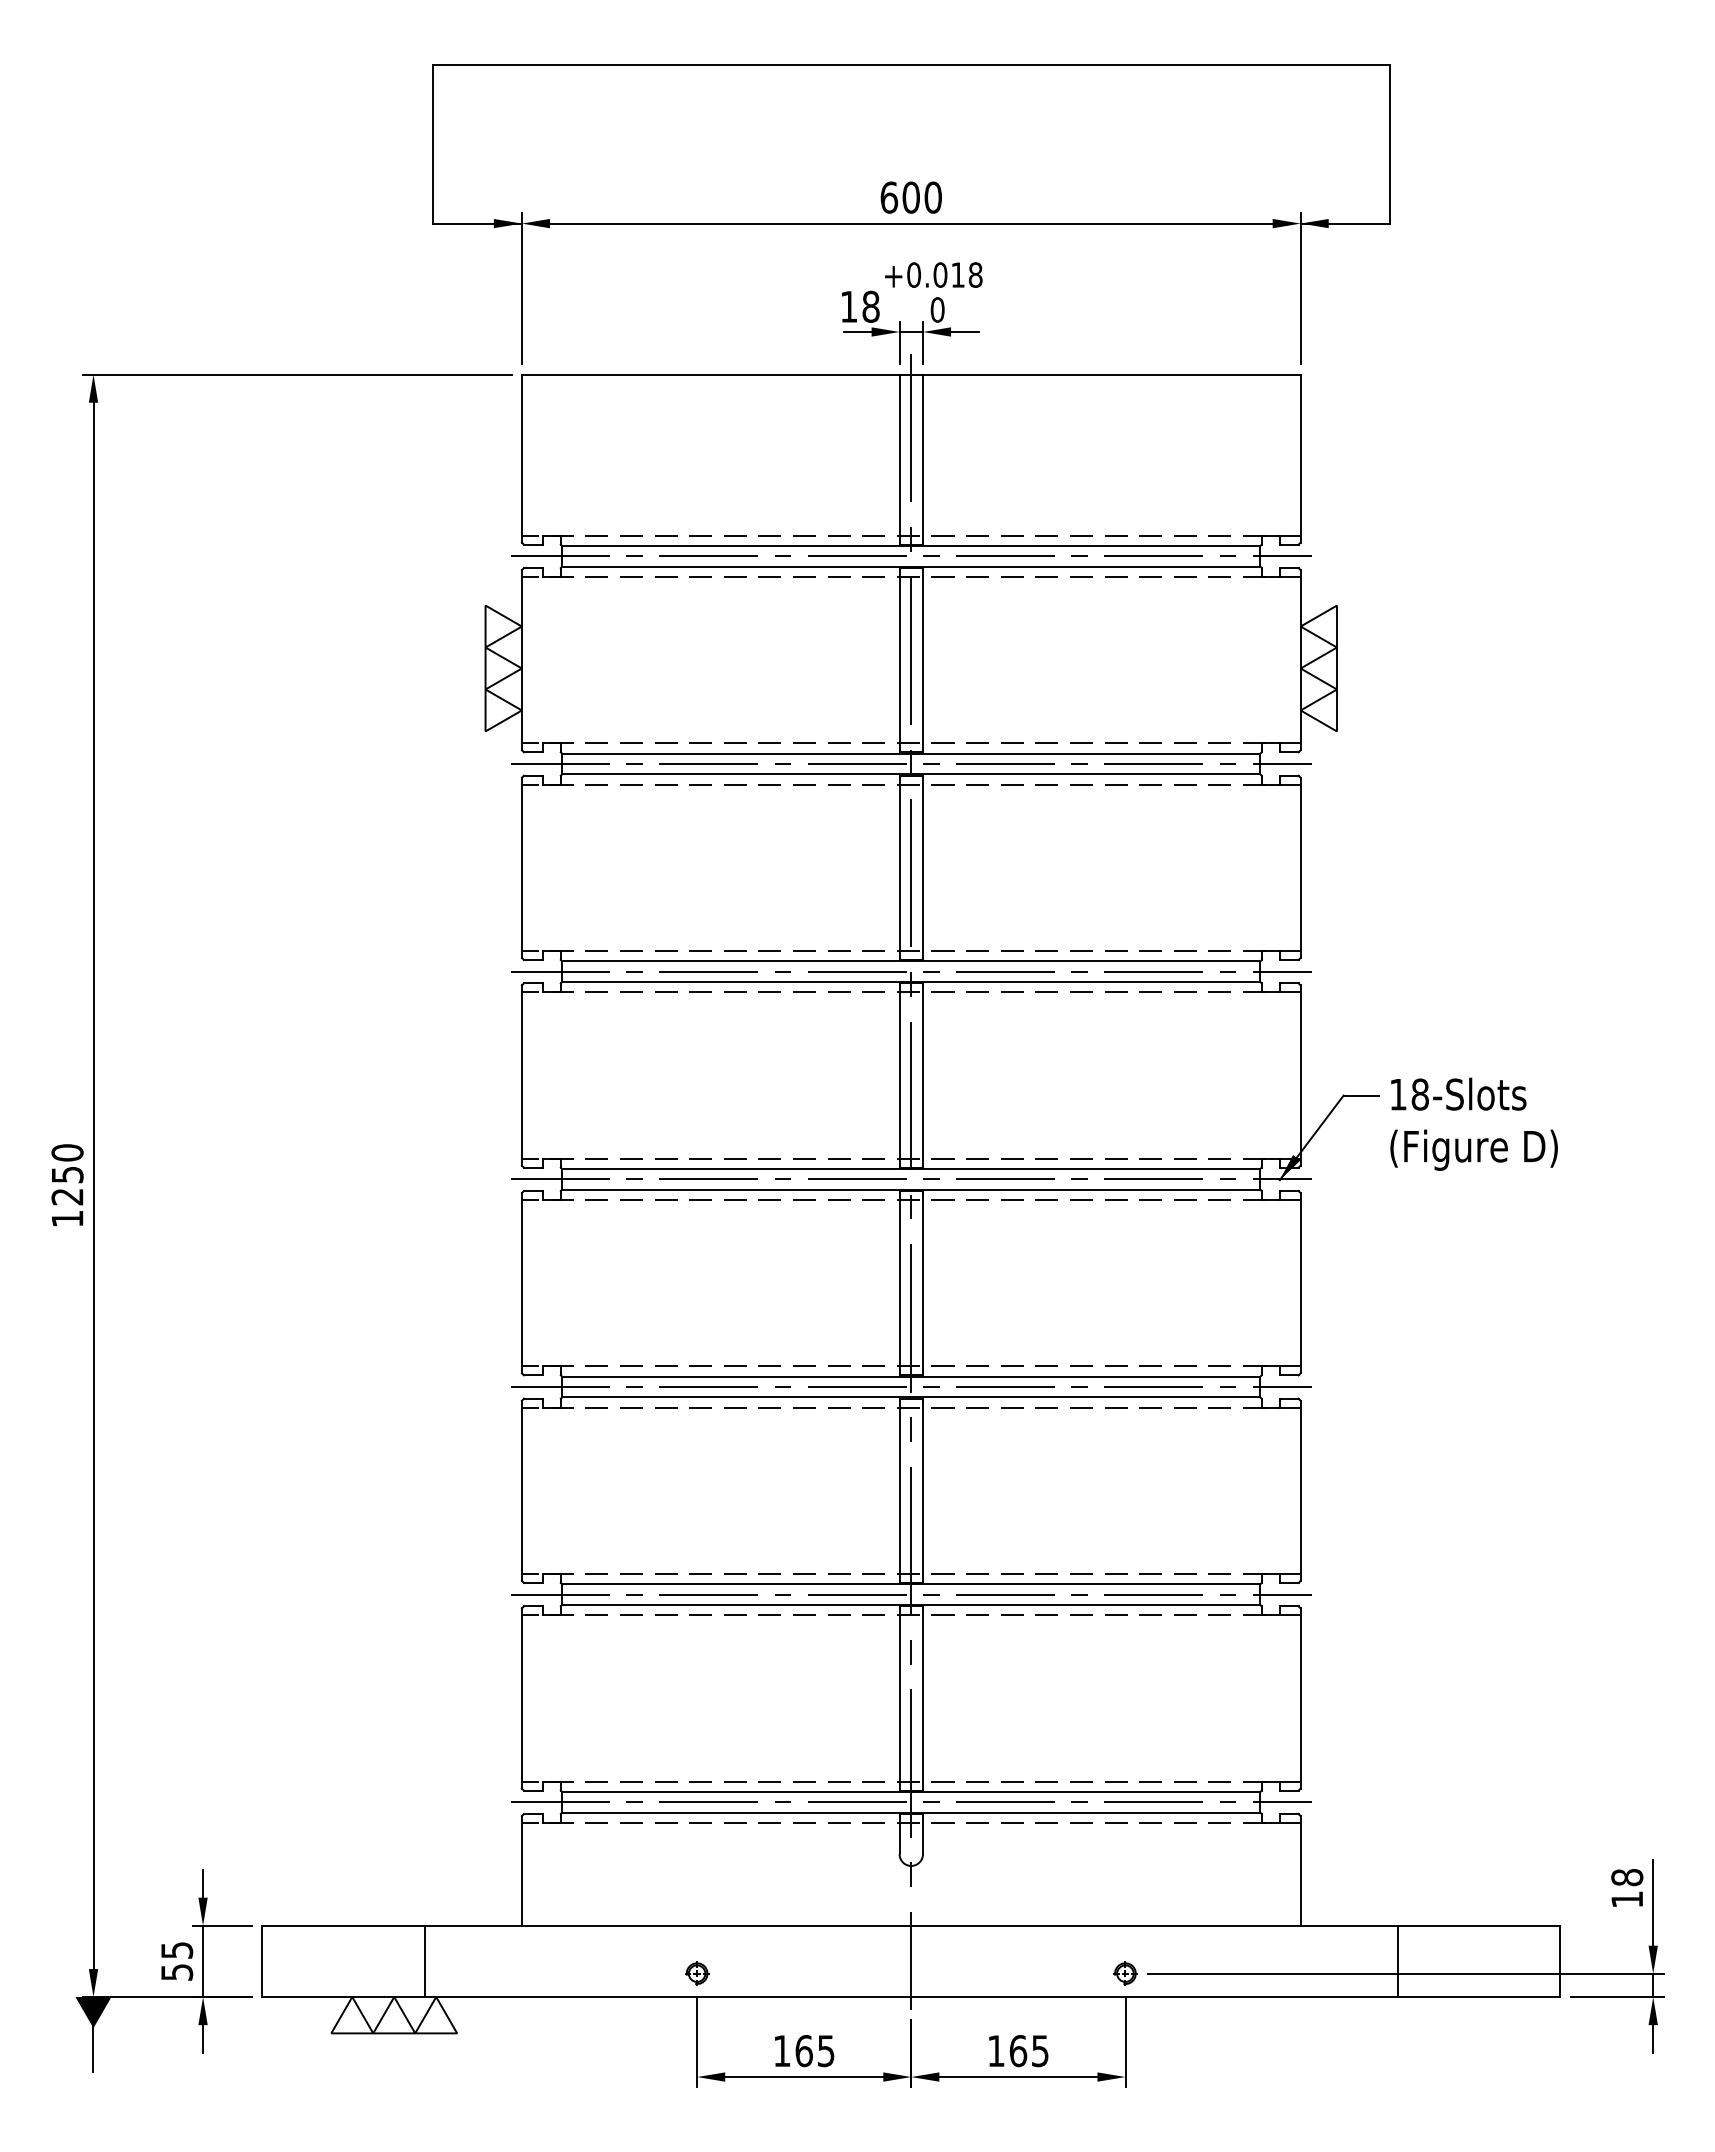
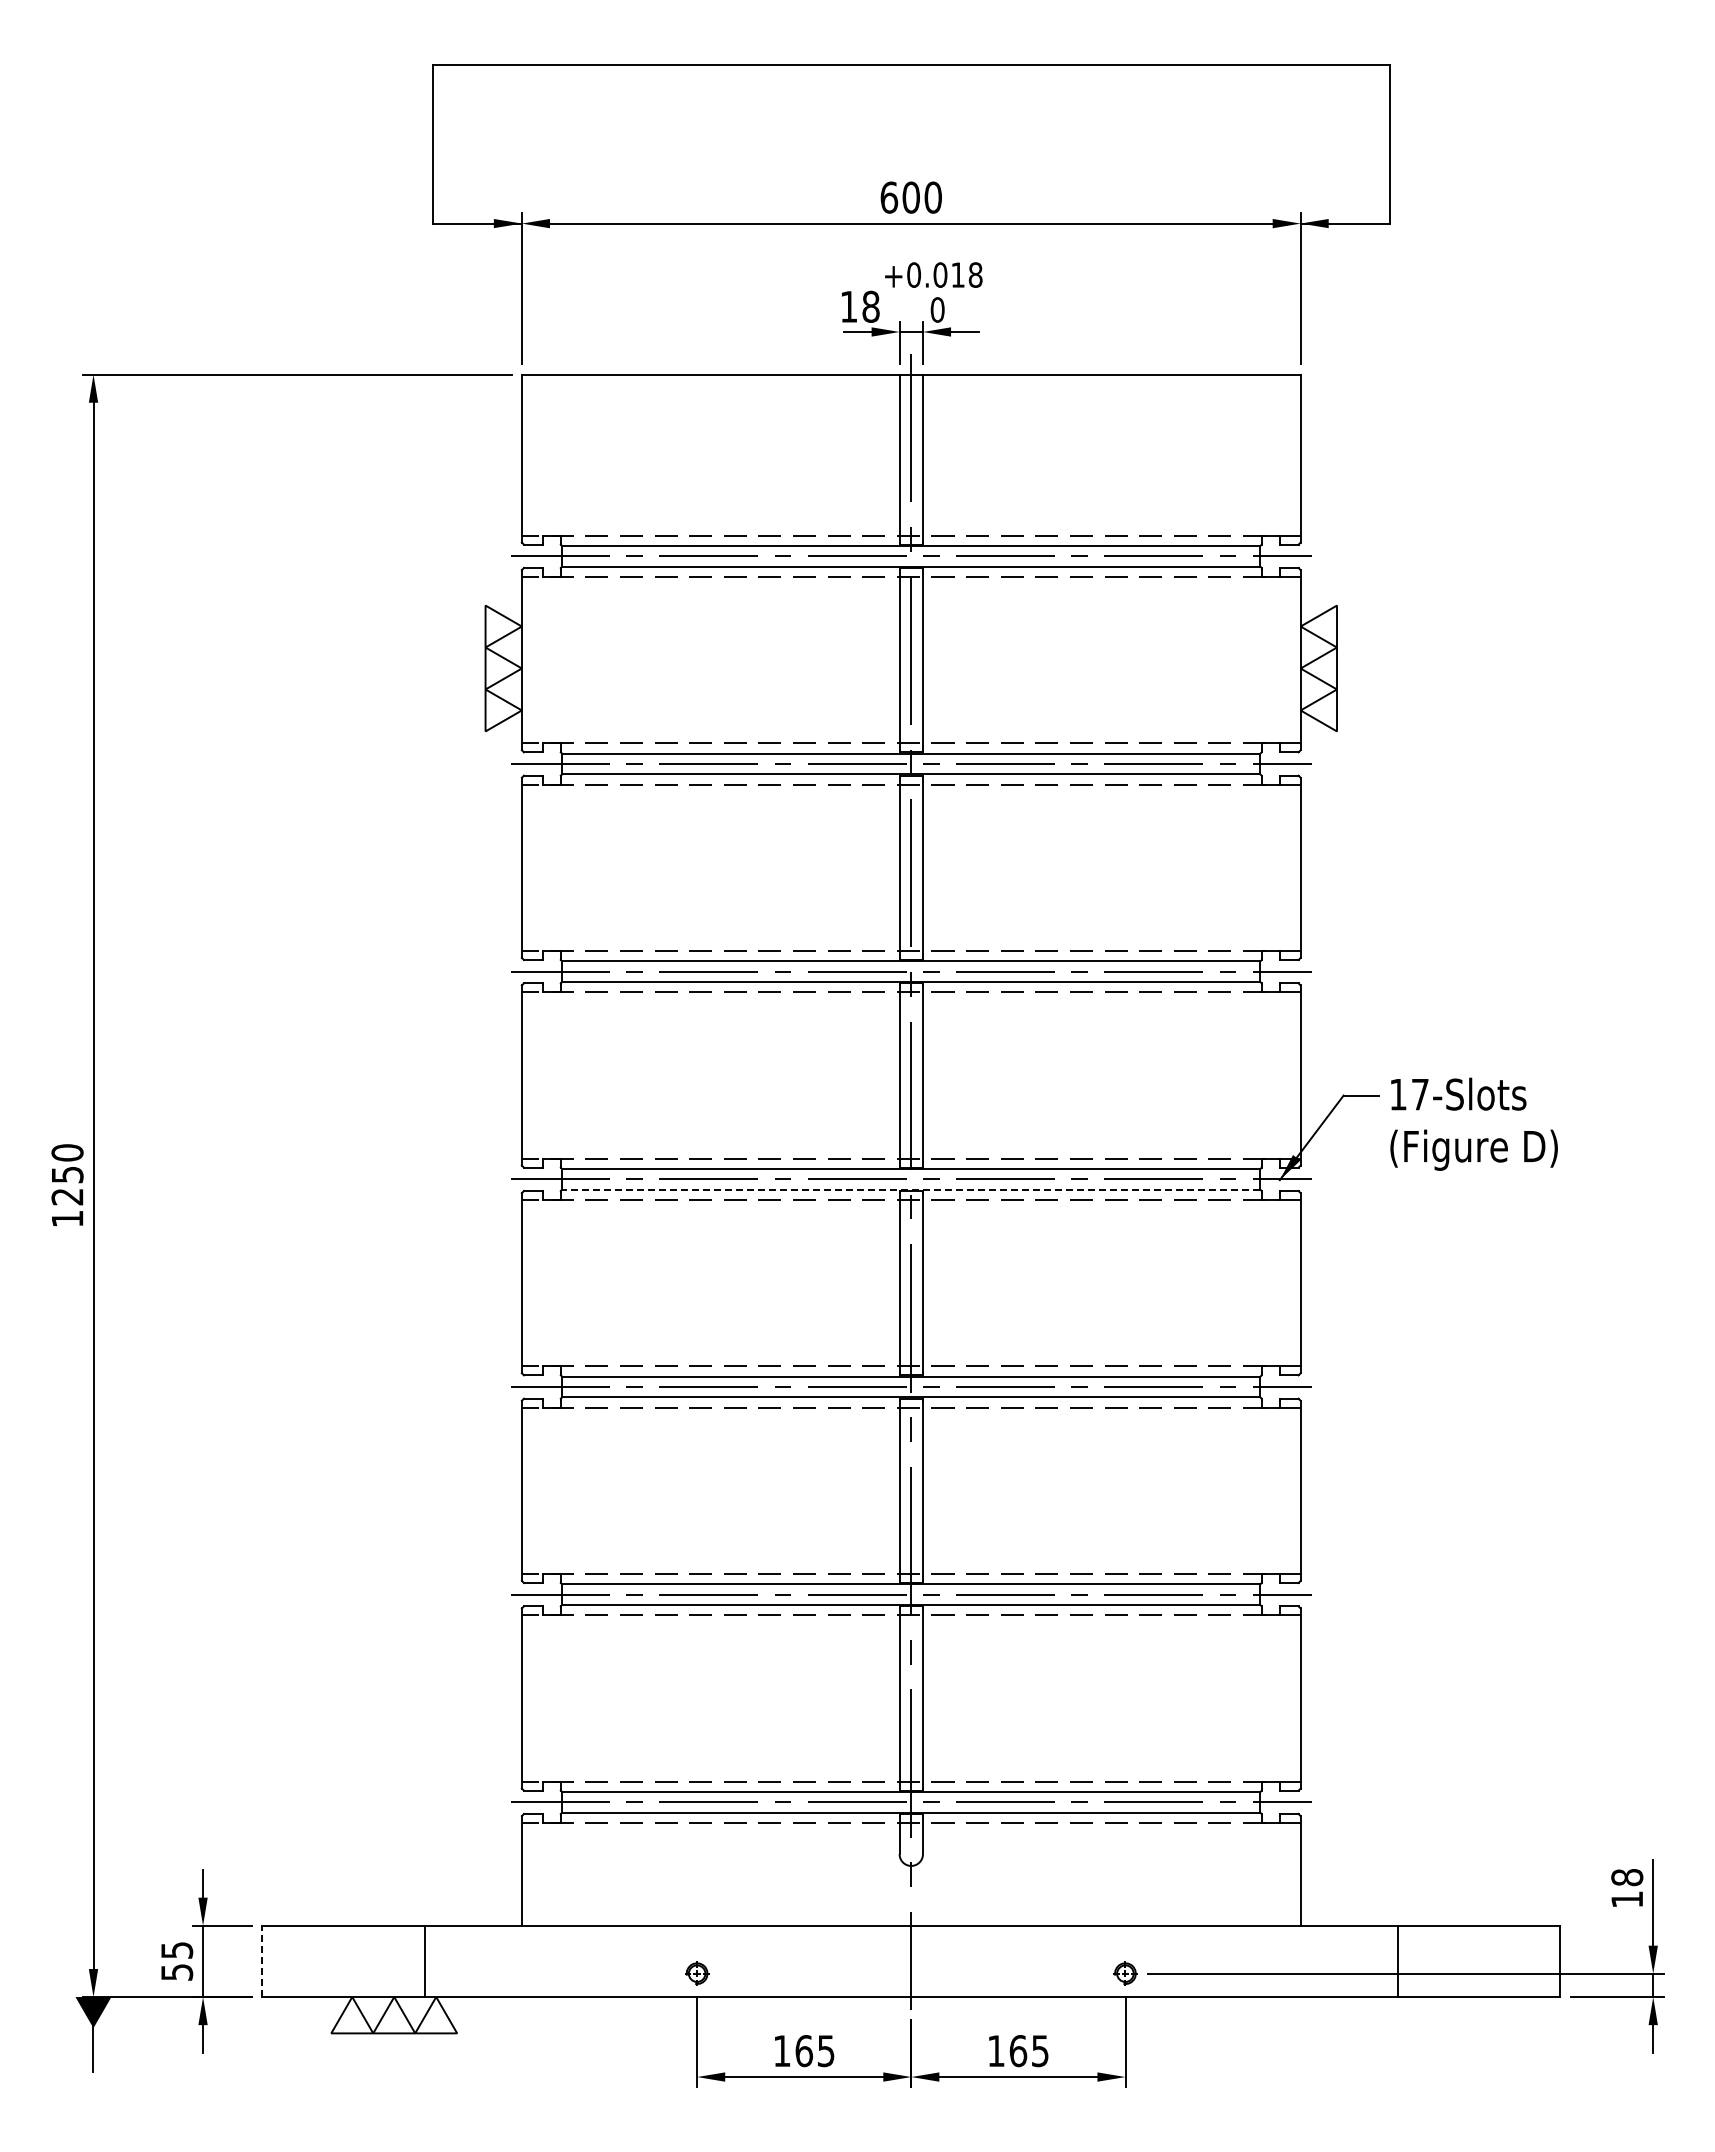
text at (1419, 1094): 18-Slots -> 17-Slots
line at (910, 1189): solid -> dashed
line at (262, 1961): solid -> dashed
